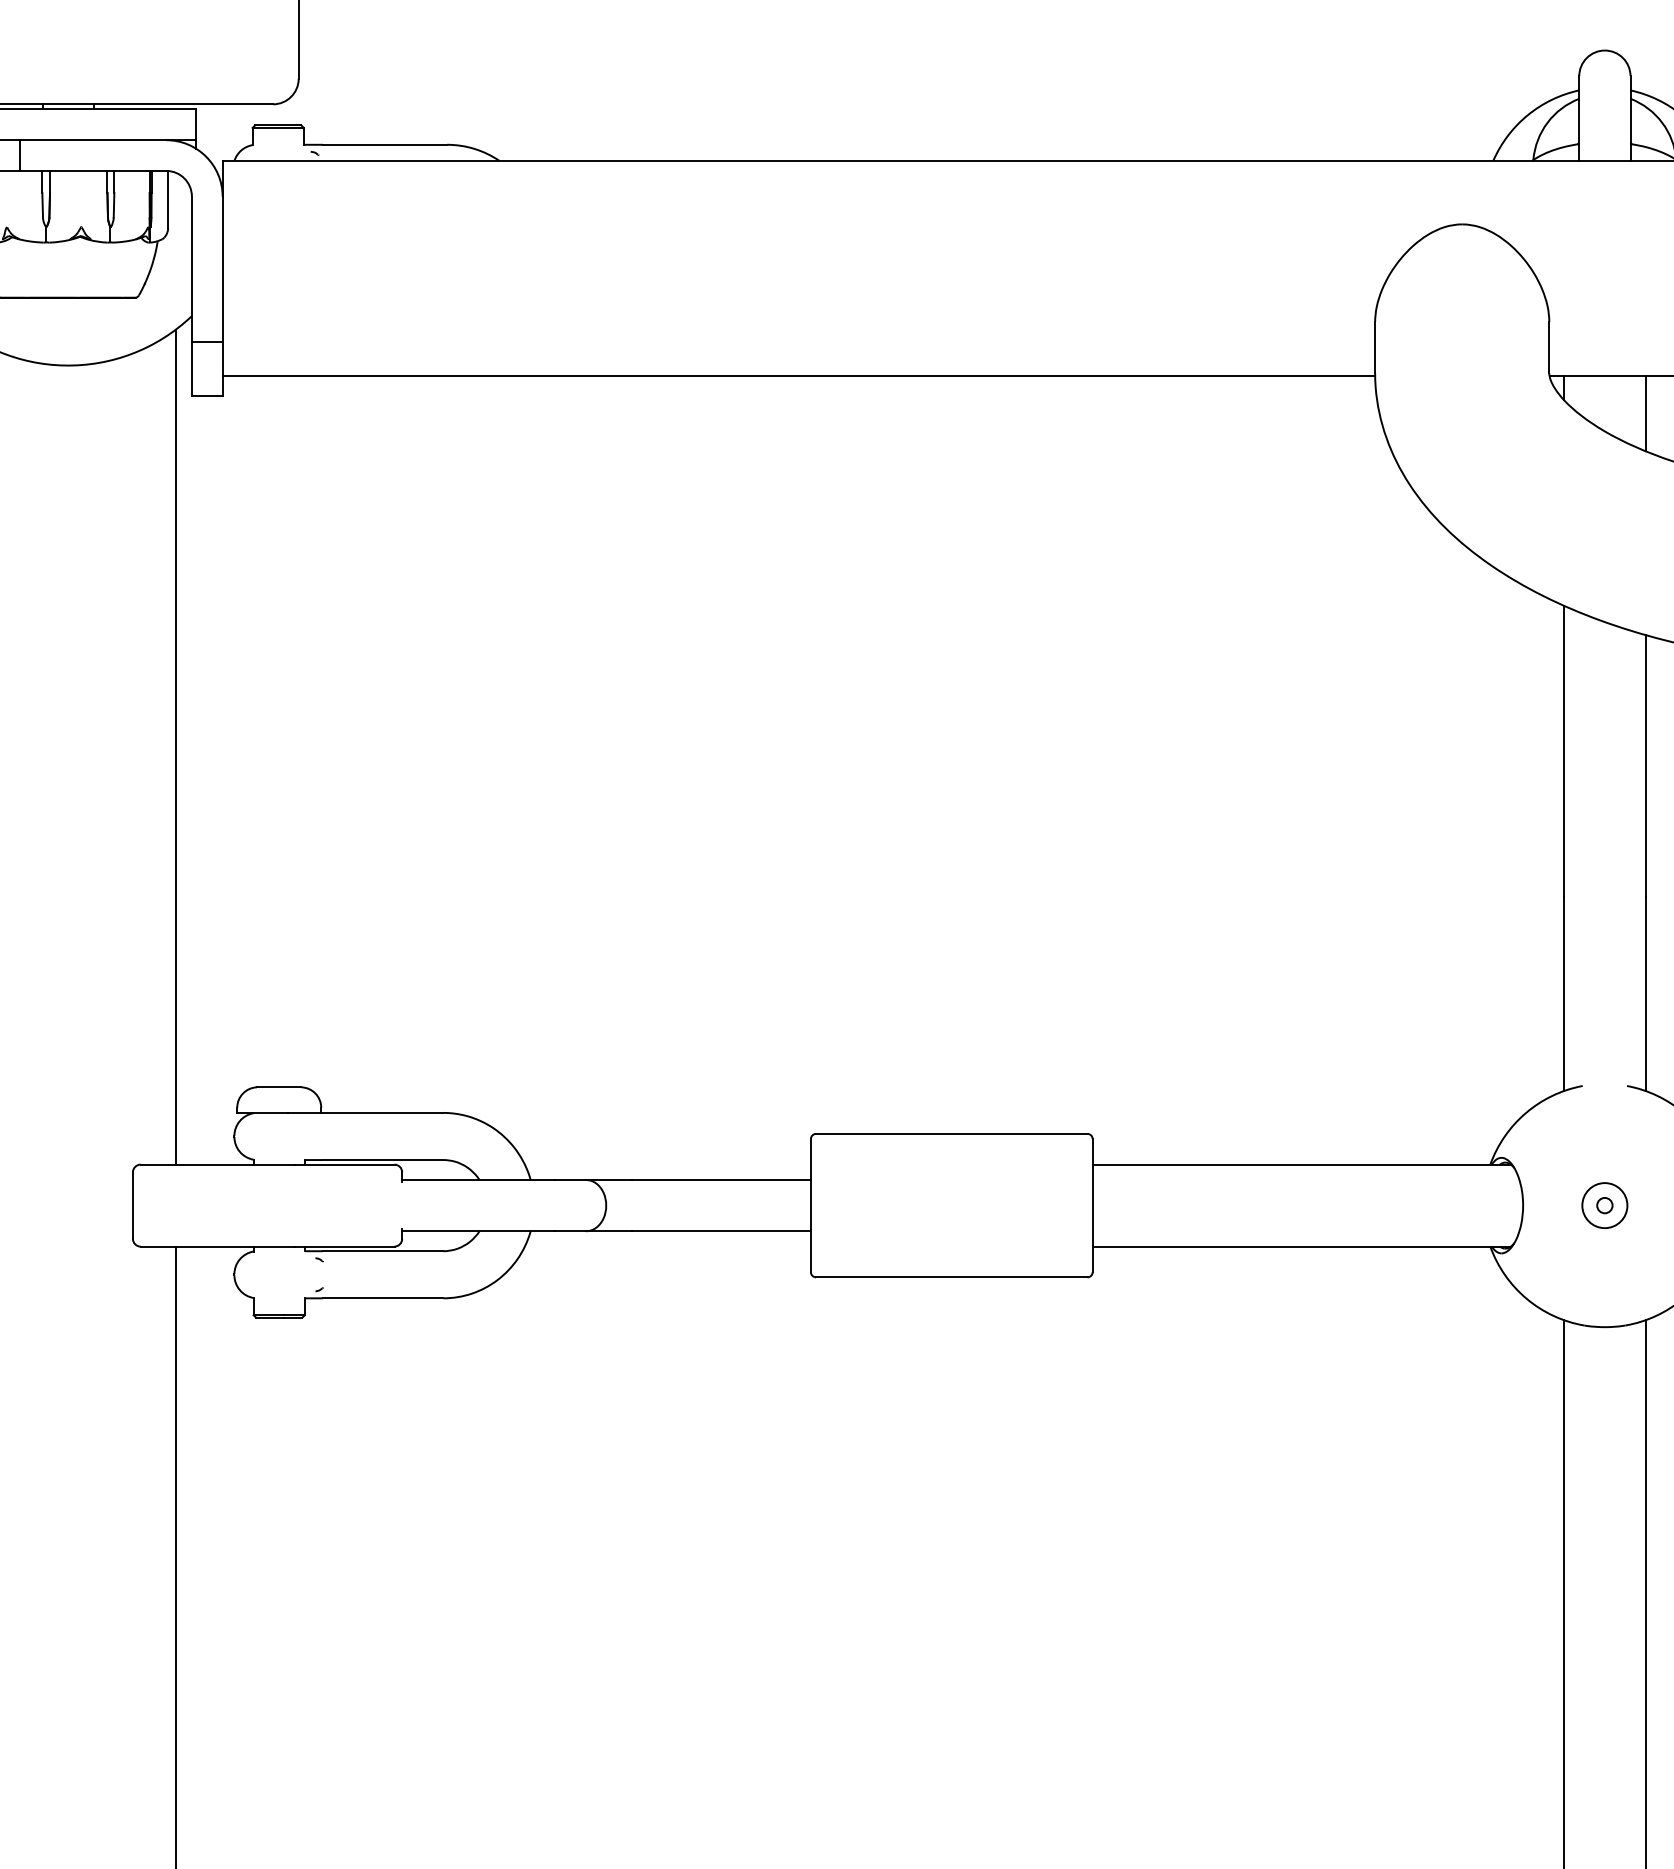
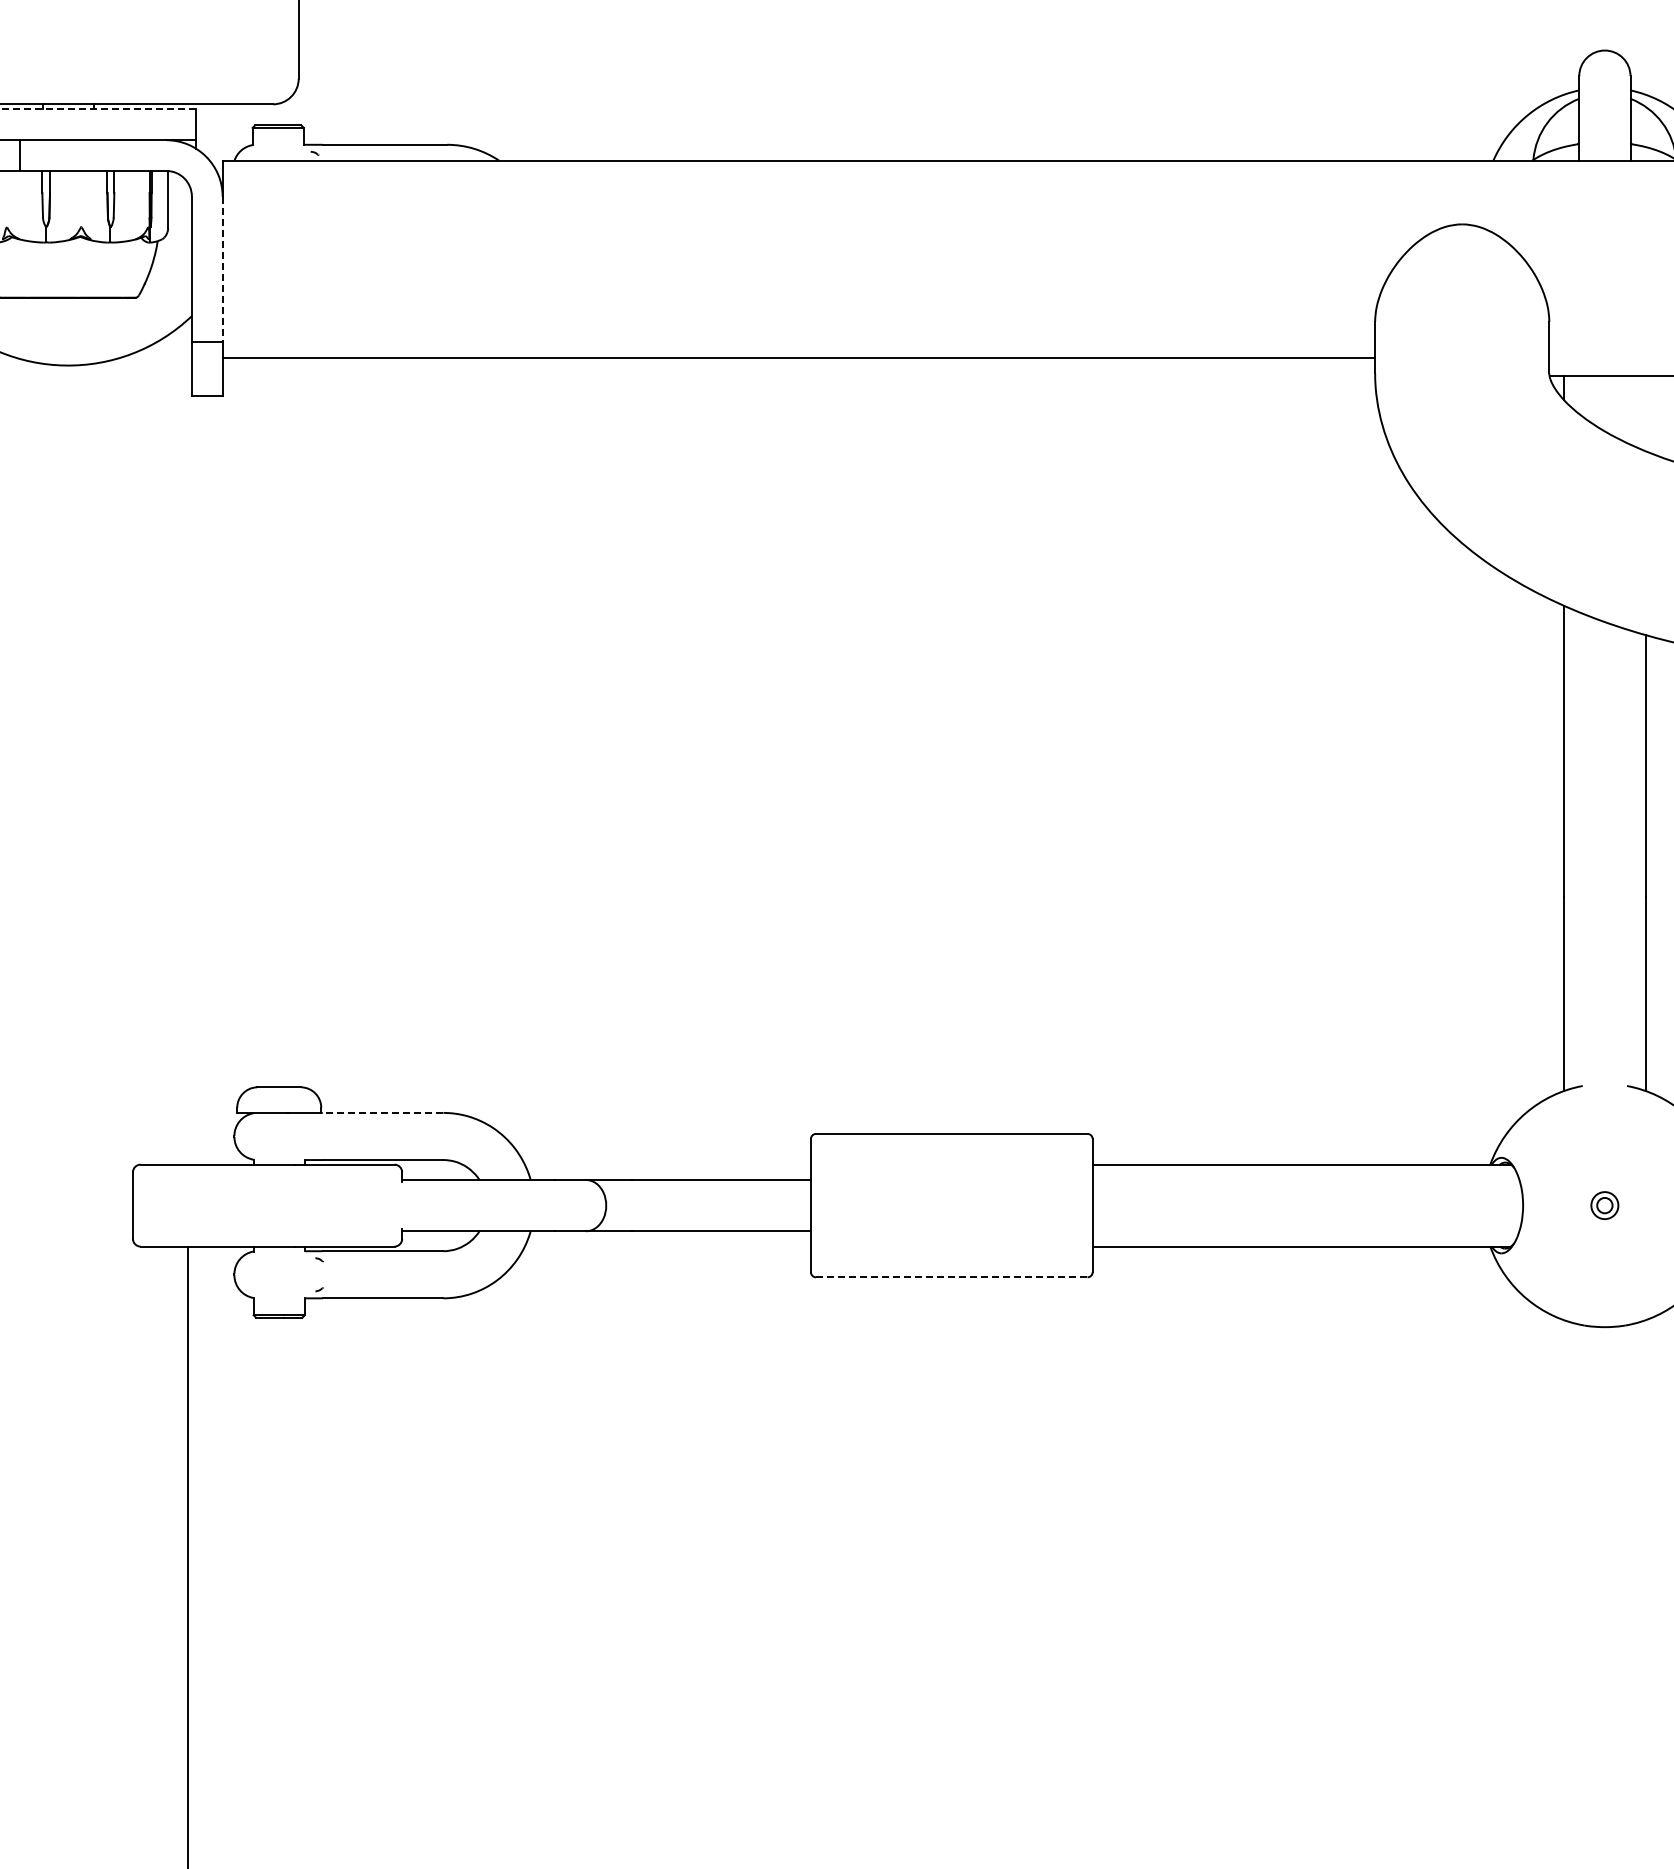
line at (98, 109): solid -> dashed
line at (222, 269): solid -> dashed
line at (798, 375) position: (798, 375) -> (798, 357)
line at (1645, 413): present -> none
line at (175, 746): present -> none
line at (382, 1112): solid -> dashed
circle at (1604, 1205) diameter: 45 px -> 27 px
line at (951, 1277): solid -> dashed
line at (175, 1555) position: (175, 1555) -> (187, 1555)
line at (1563, 1592): present -> none
line at (1645, 1592): present -> none
